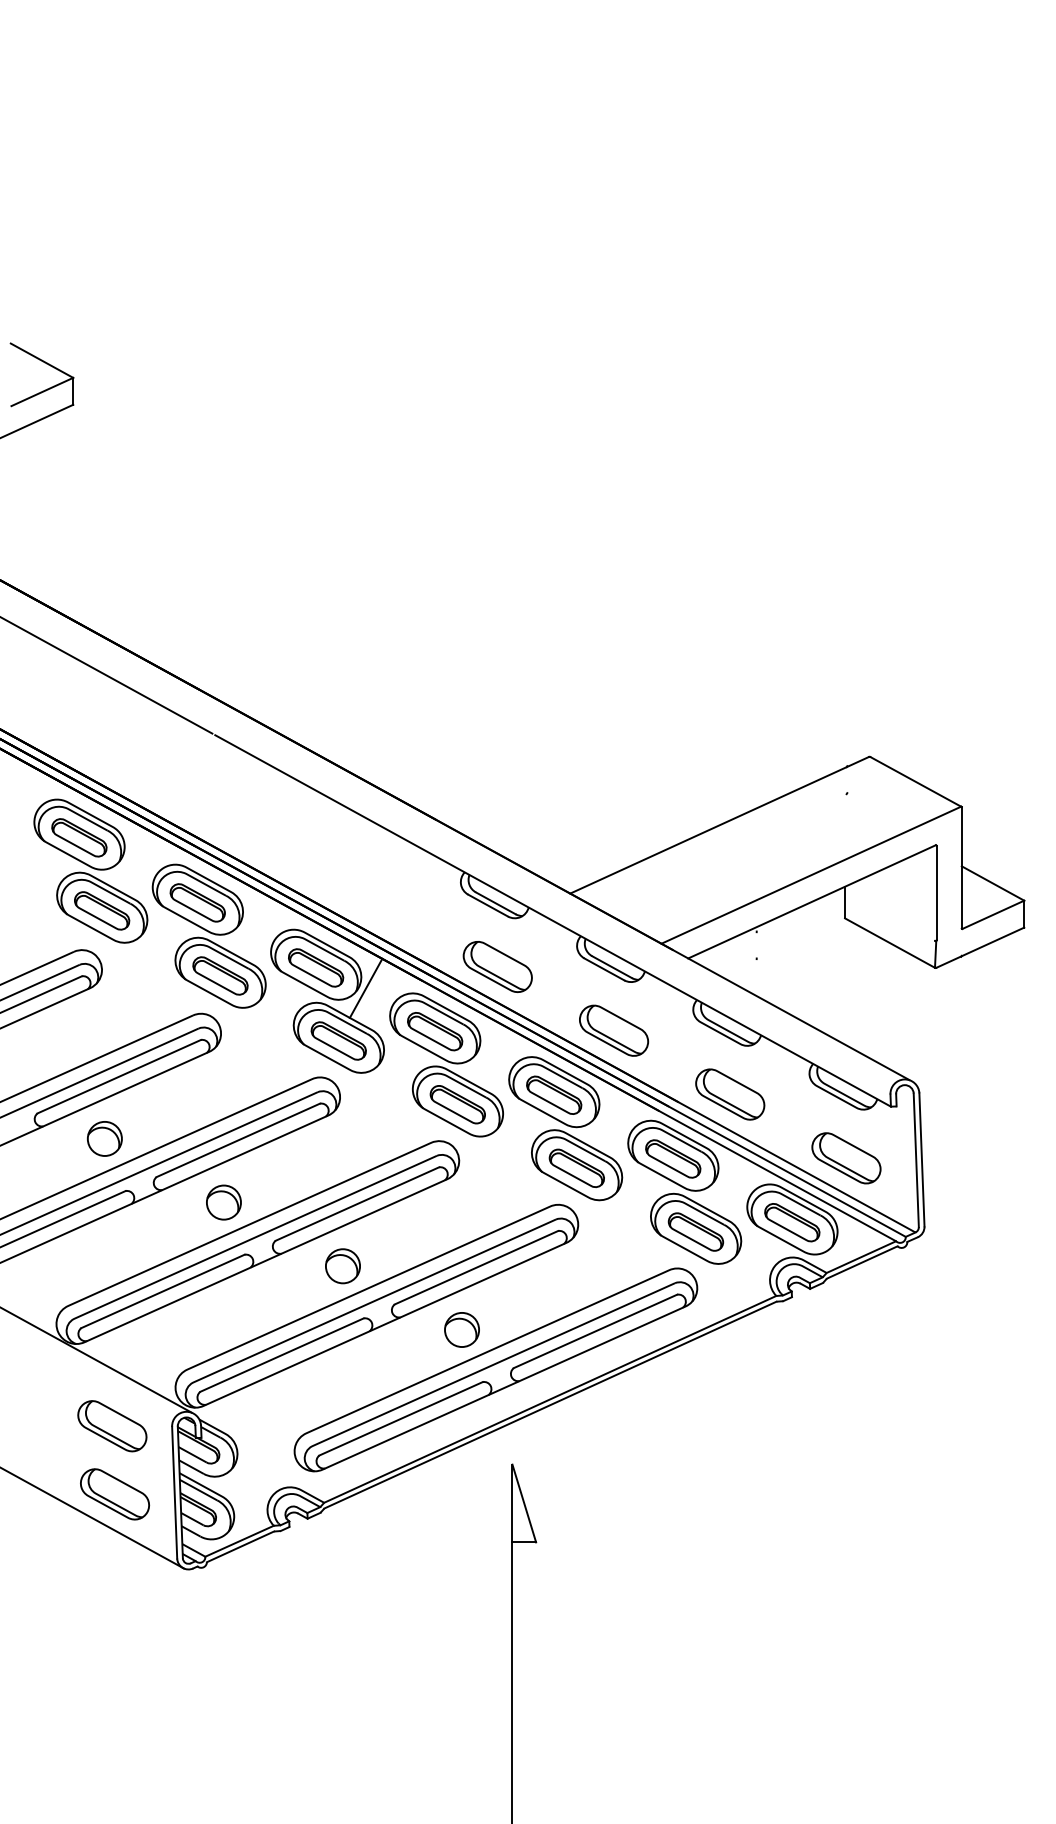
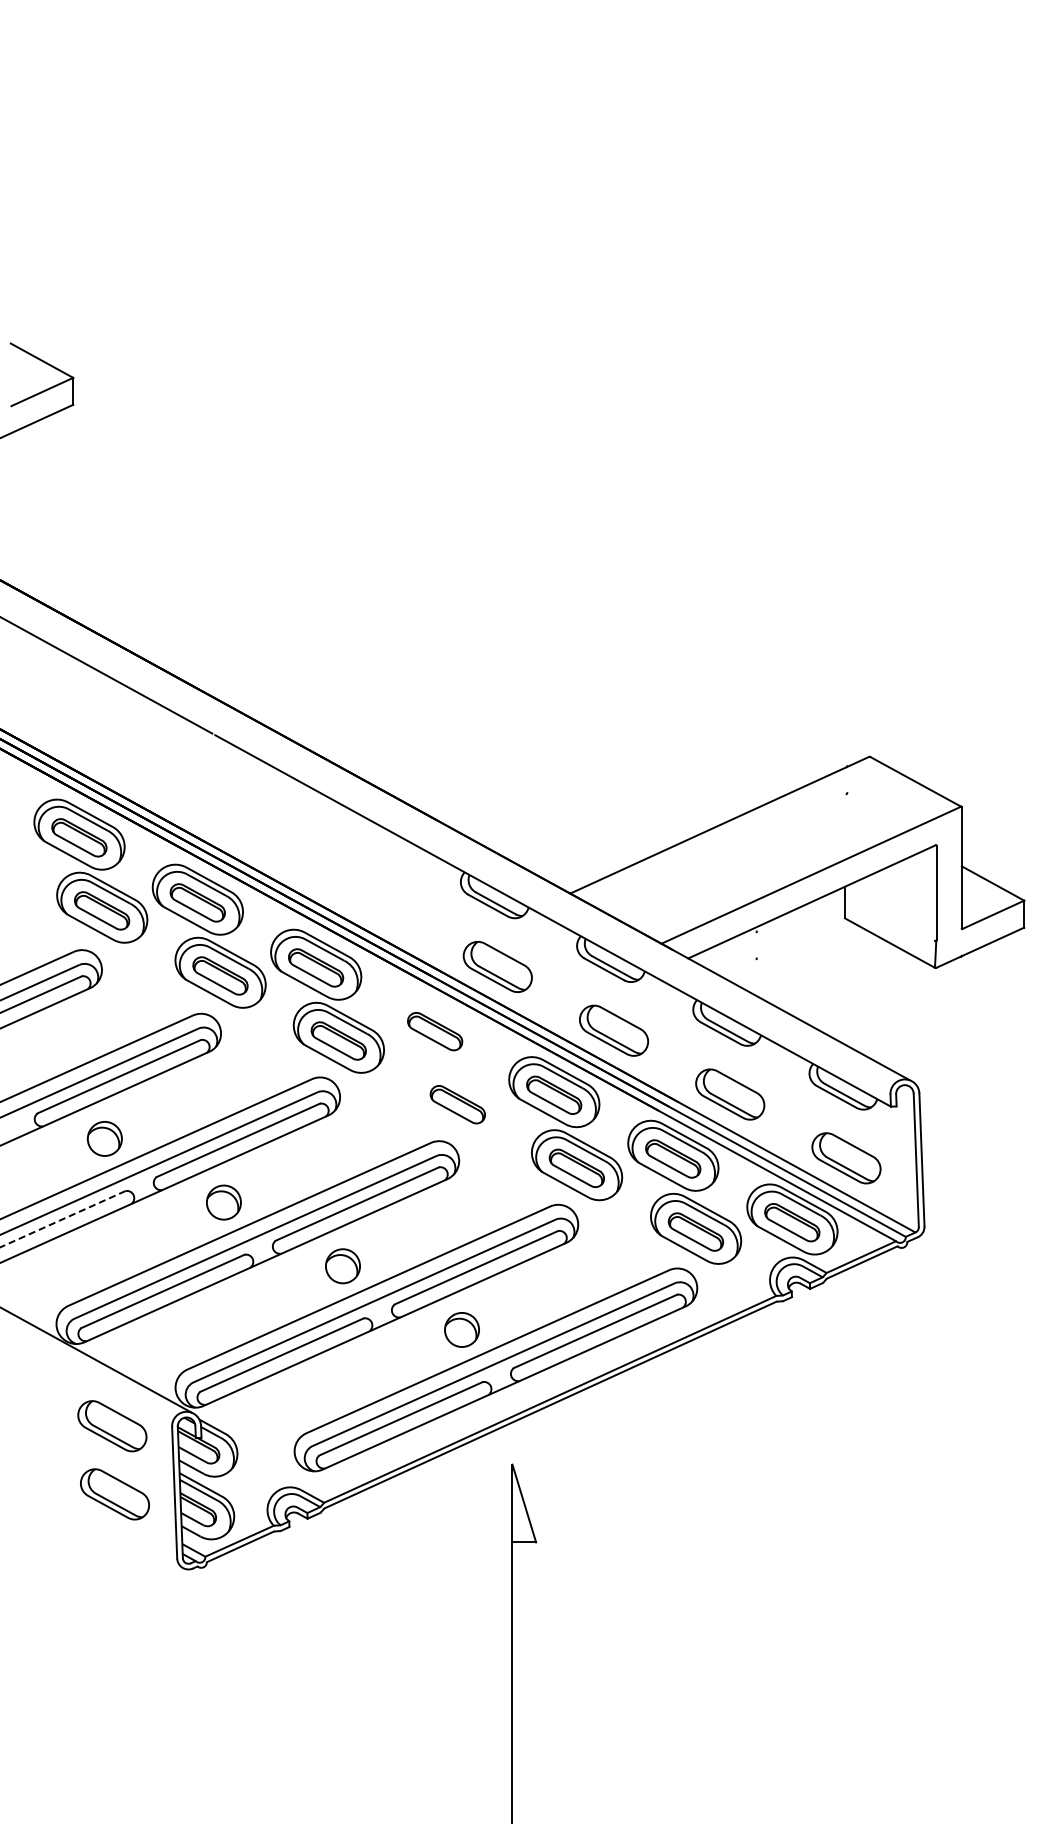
line at (365, 987): present -> none
part at (446, 1064): present -> none
line at (62, 1219): solid -> dashed
line at (93, 1518): present -> none
